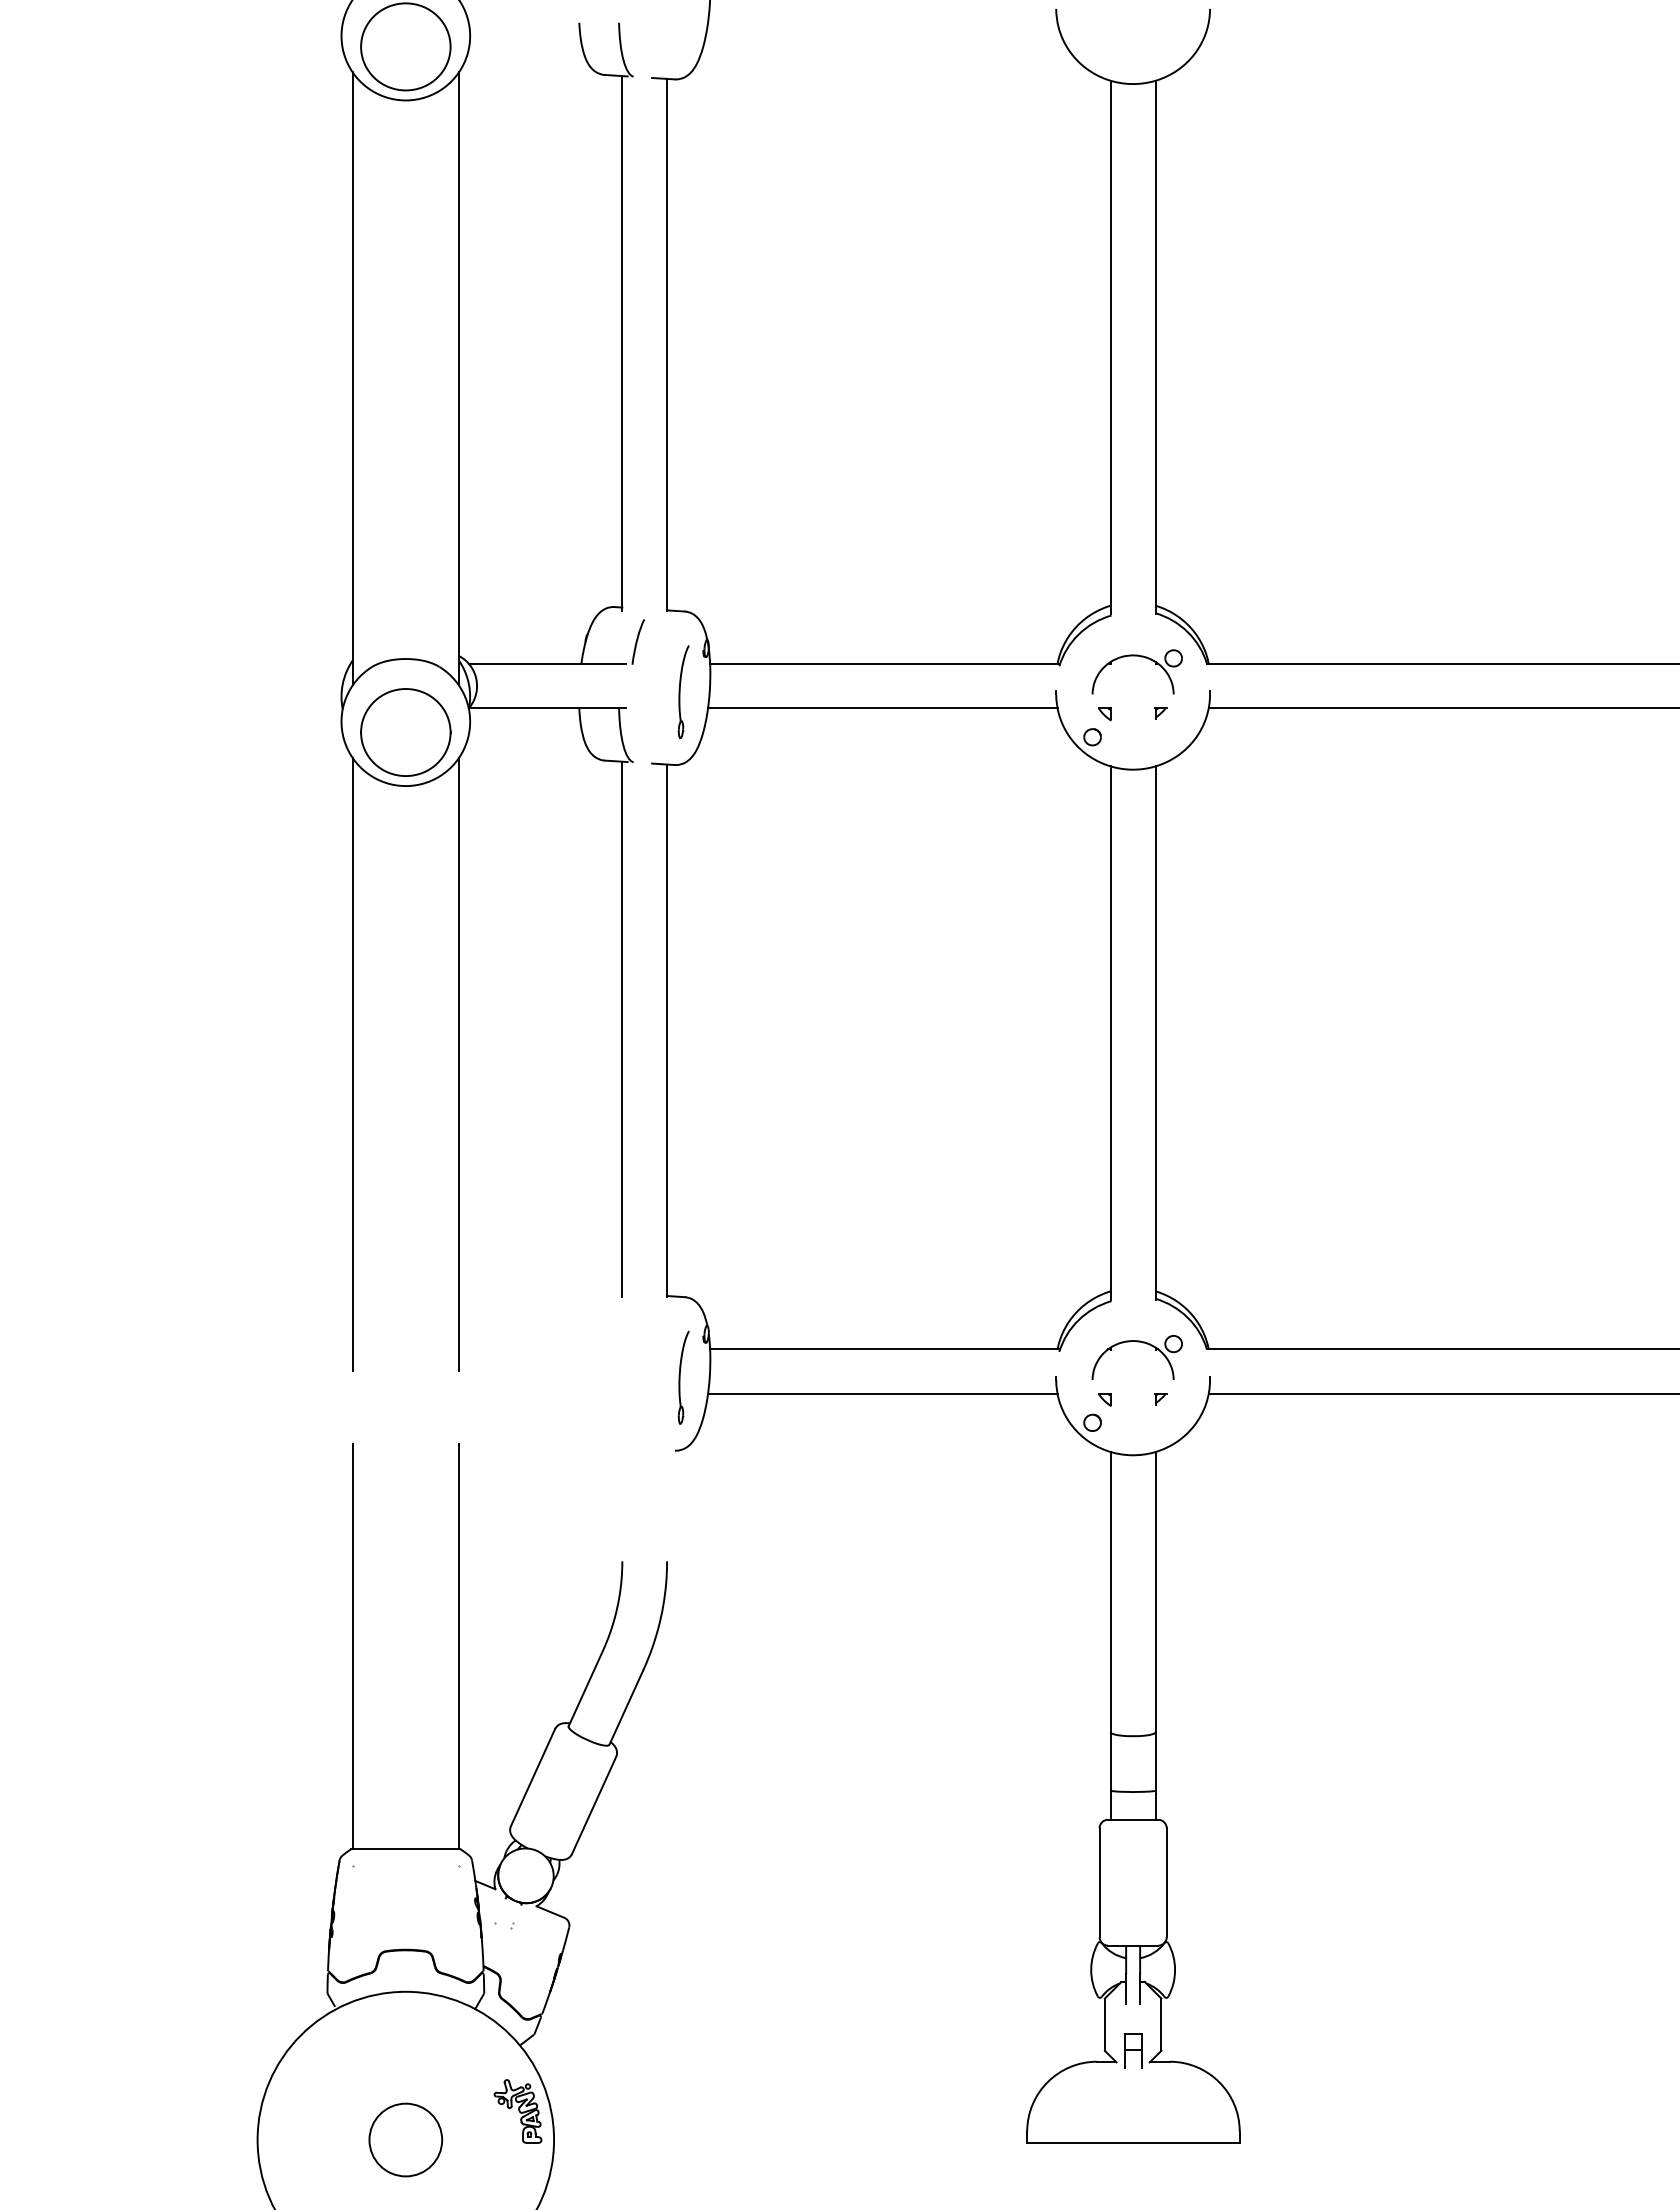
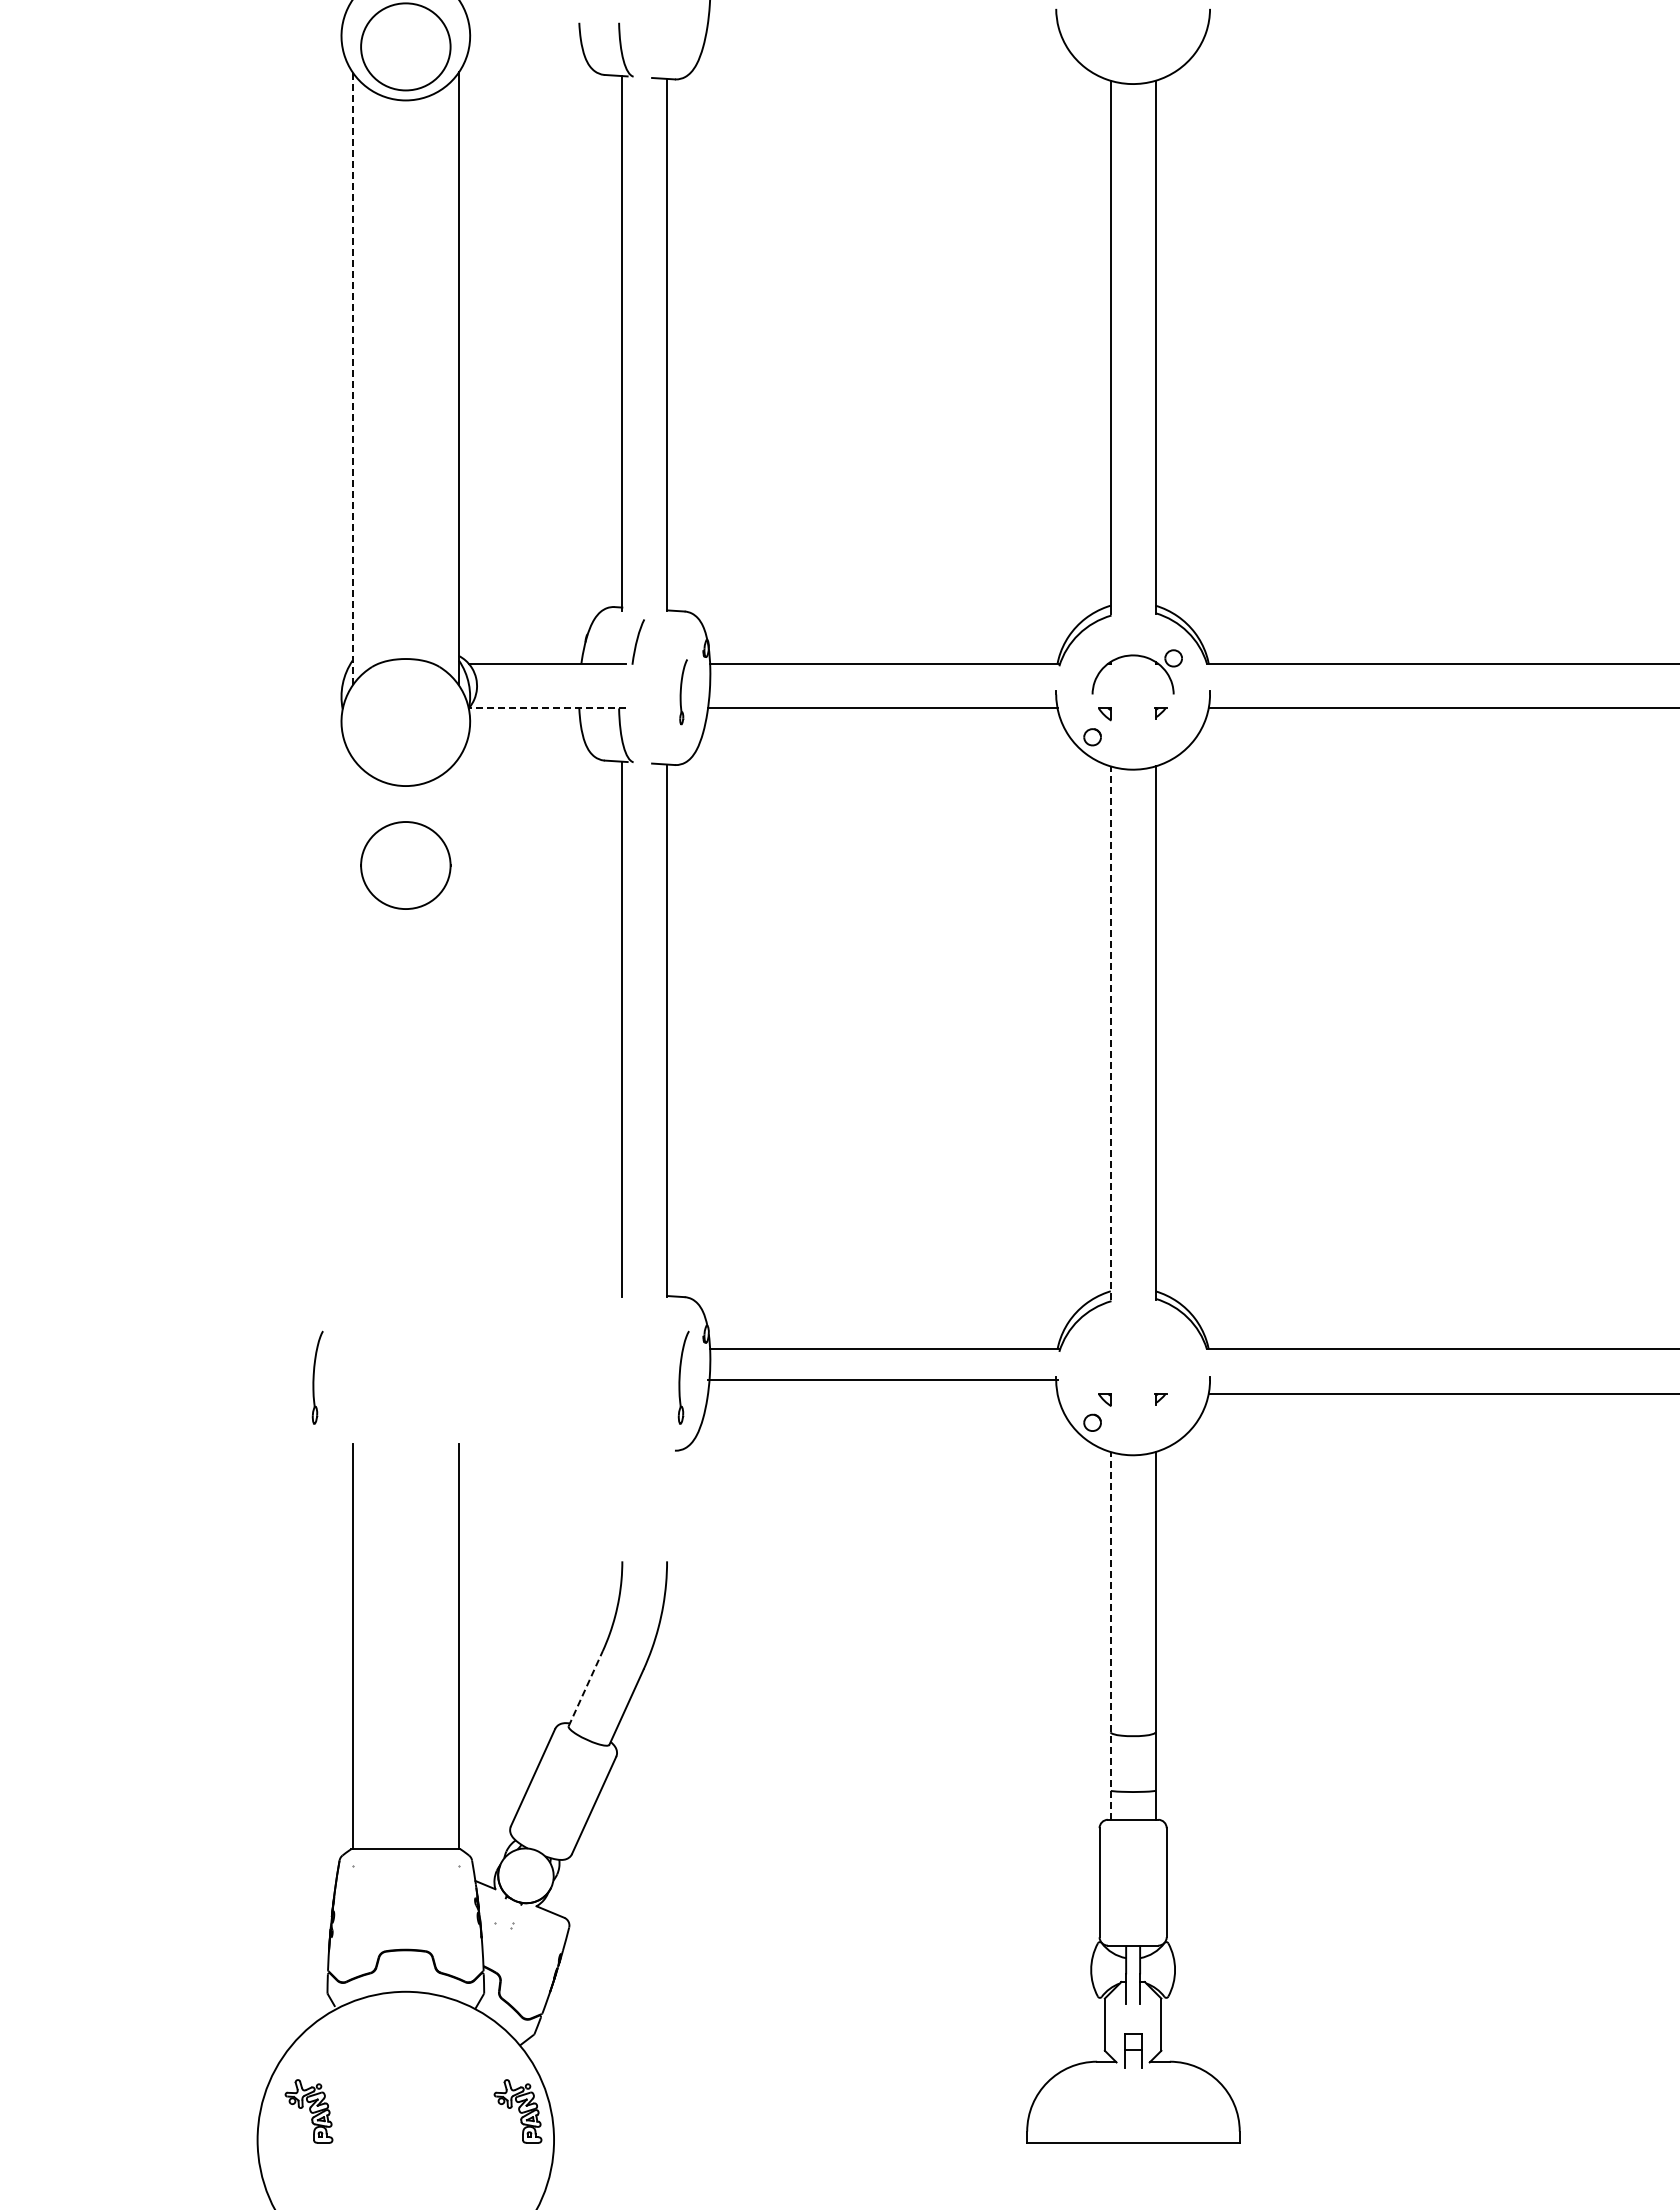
line at (352, 378): solid -> dashed
part at (683, 691) size: 13x94 px -> 9x67 px
line at (546, 708): solid -> dashed
part at (405, 732) position: (405, 732) -> (405, 865)
line at (1110, 1033): solid -> dashed
line at (352, 1064): present -> none
line at (458, 1064): present -> none
part at (1136, 1342): present -> none
part at (317, 1377): none -> present
line at (882, 1394) position: (882, 1394) -> (882, 1380)
line at (1110, 1635): solid -> dashed
line at (585, 1688): solid -> dashed
part at (308, 2111): none -> present
circle at (405, 2139): present -> none
